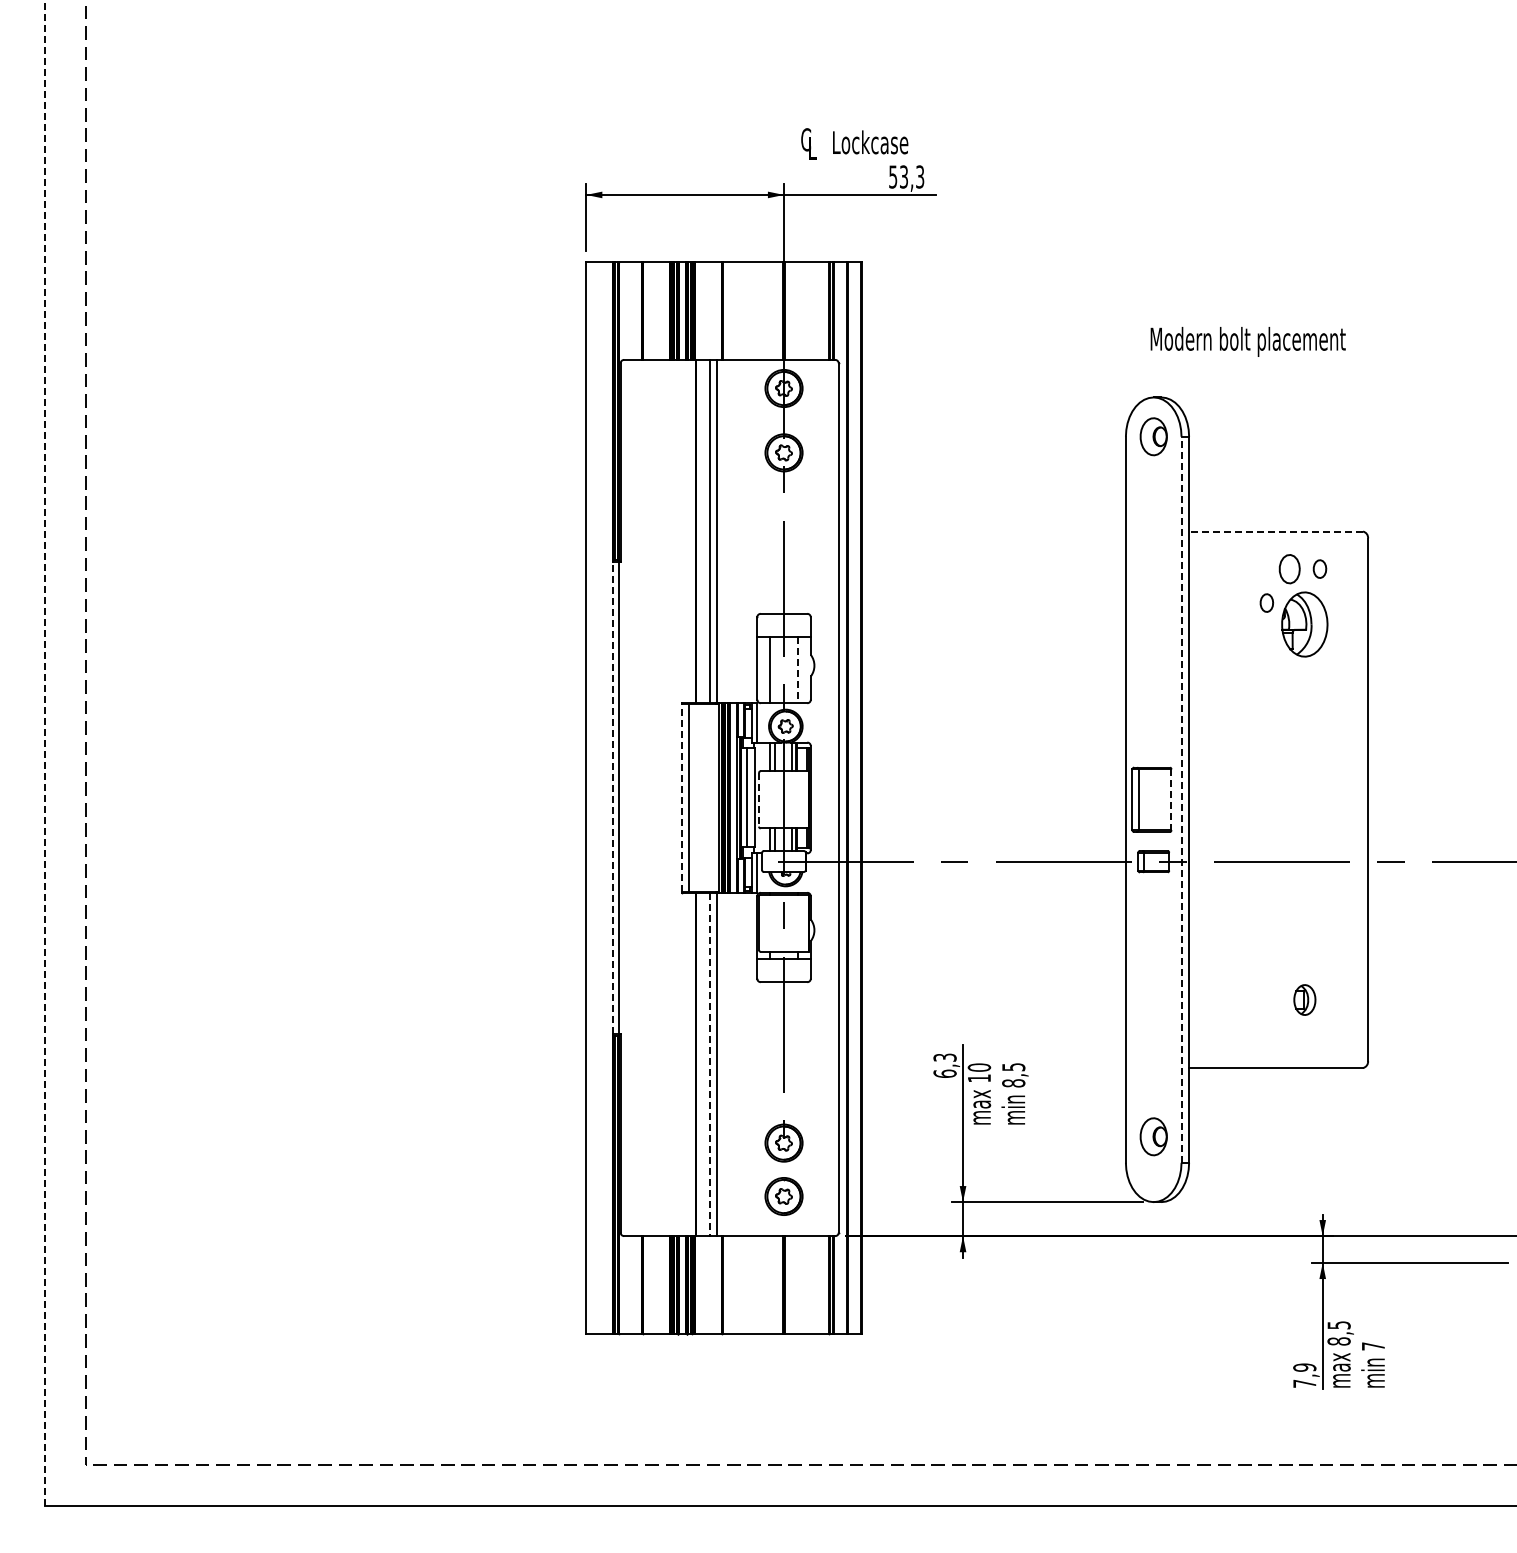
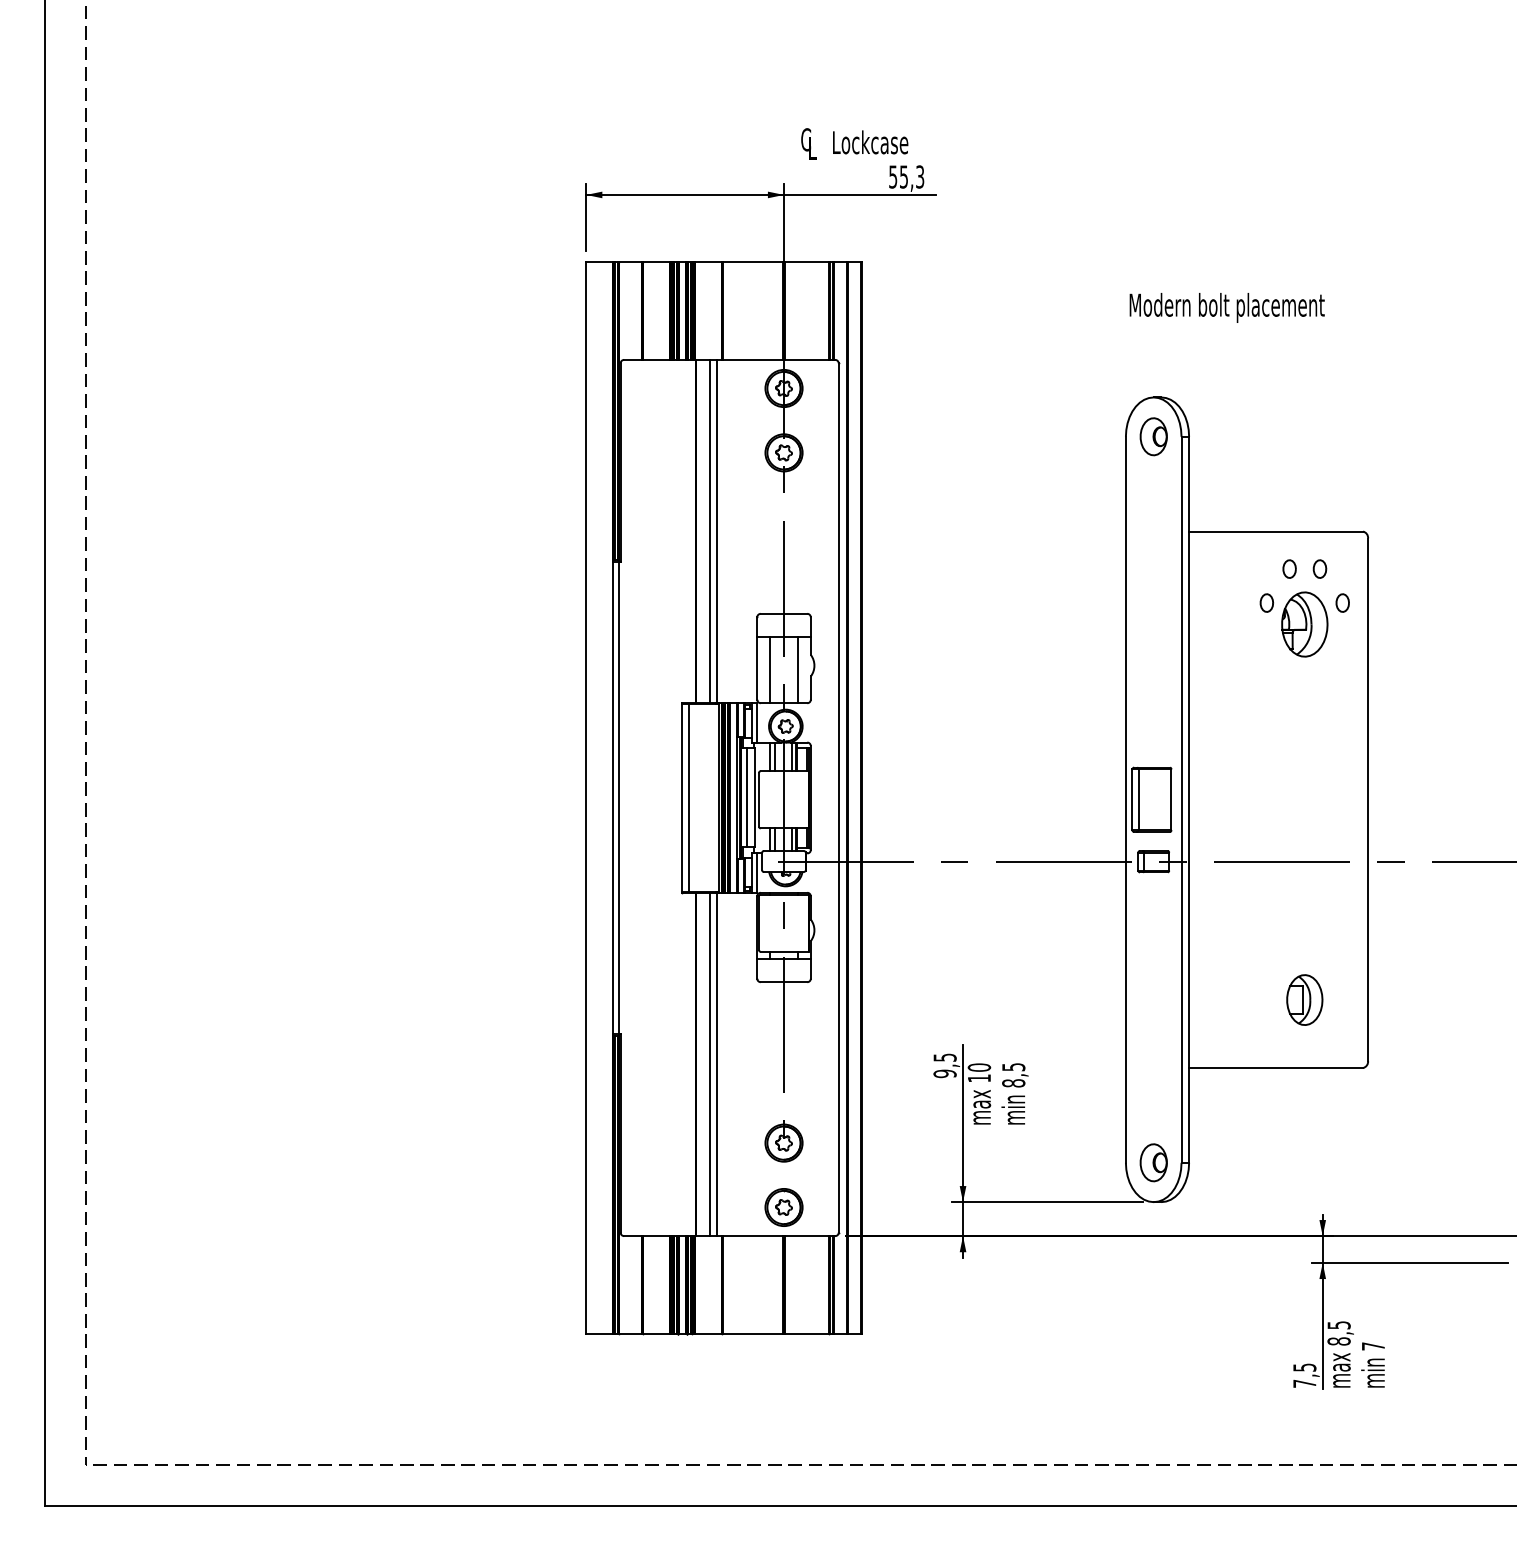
text at (903, 176): 53,3 -> 55,3
text at (1247, 341) position: (1247, 341) -> (1226, 307)
line at (1276, 531): dashed -> solid
part at (1289, 569) size: 23x31 px -> 15x20 px
part at (1342, 602): none -> present
line at (798, 670): dashed -> solid
line at (45, 753): dashed -> solid
line at (613, 797): dashed -> solid
line at (682, 797): dashed -> solid
line at (759, 799): dashed -> solid
line at (1181, 799): dashed -> solid
line at (1171, 800): dashed -> solid
part at (1304, 999) size: 24x32 px -> 38x52 px
line at (710, 1064): dashed -> solid
text at (944, 1065): 6,3 -> 9,5
part at (1153, 1136) position: (1153, 1136) -> (1153, 1162)
part at (783, 1196) position: (783, 1196) -> (783, 1207)
text at (1304, 1367): 7,9 -> 7,5
